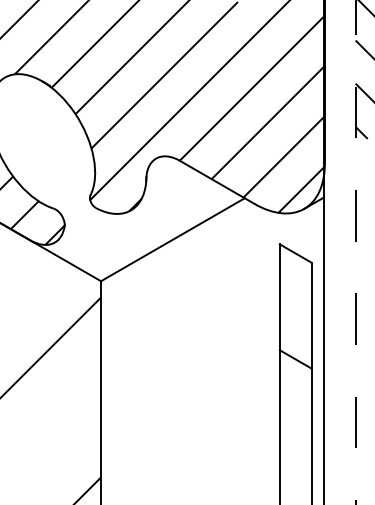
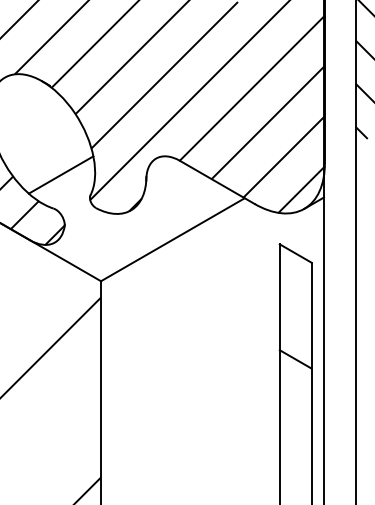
line at (60, 174): none -> present
line at (355, 252): dashed -> solid
